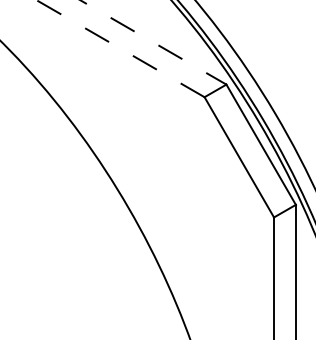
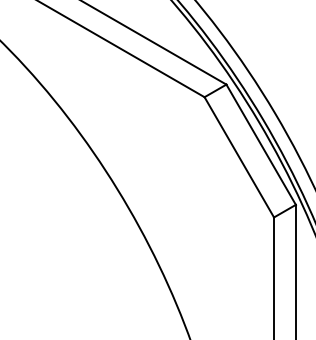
line at (153, 42): dashed -> solid
line at (120, 48): dashed -> solid
